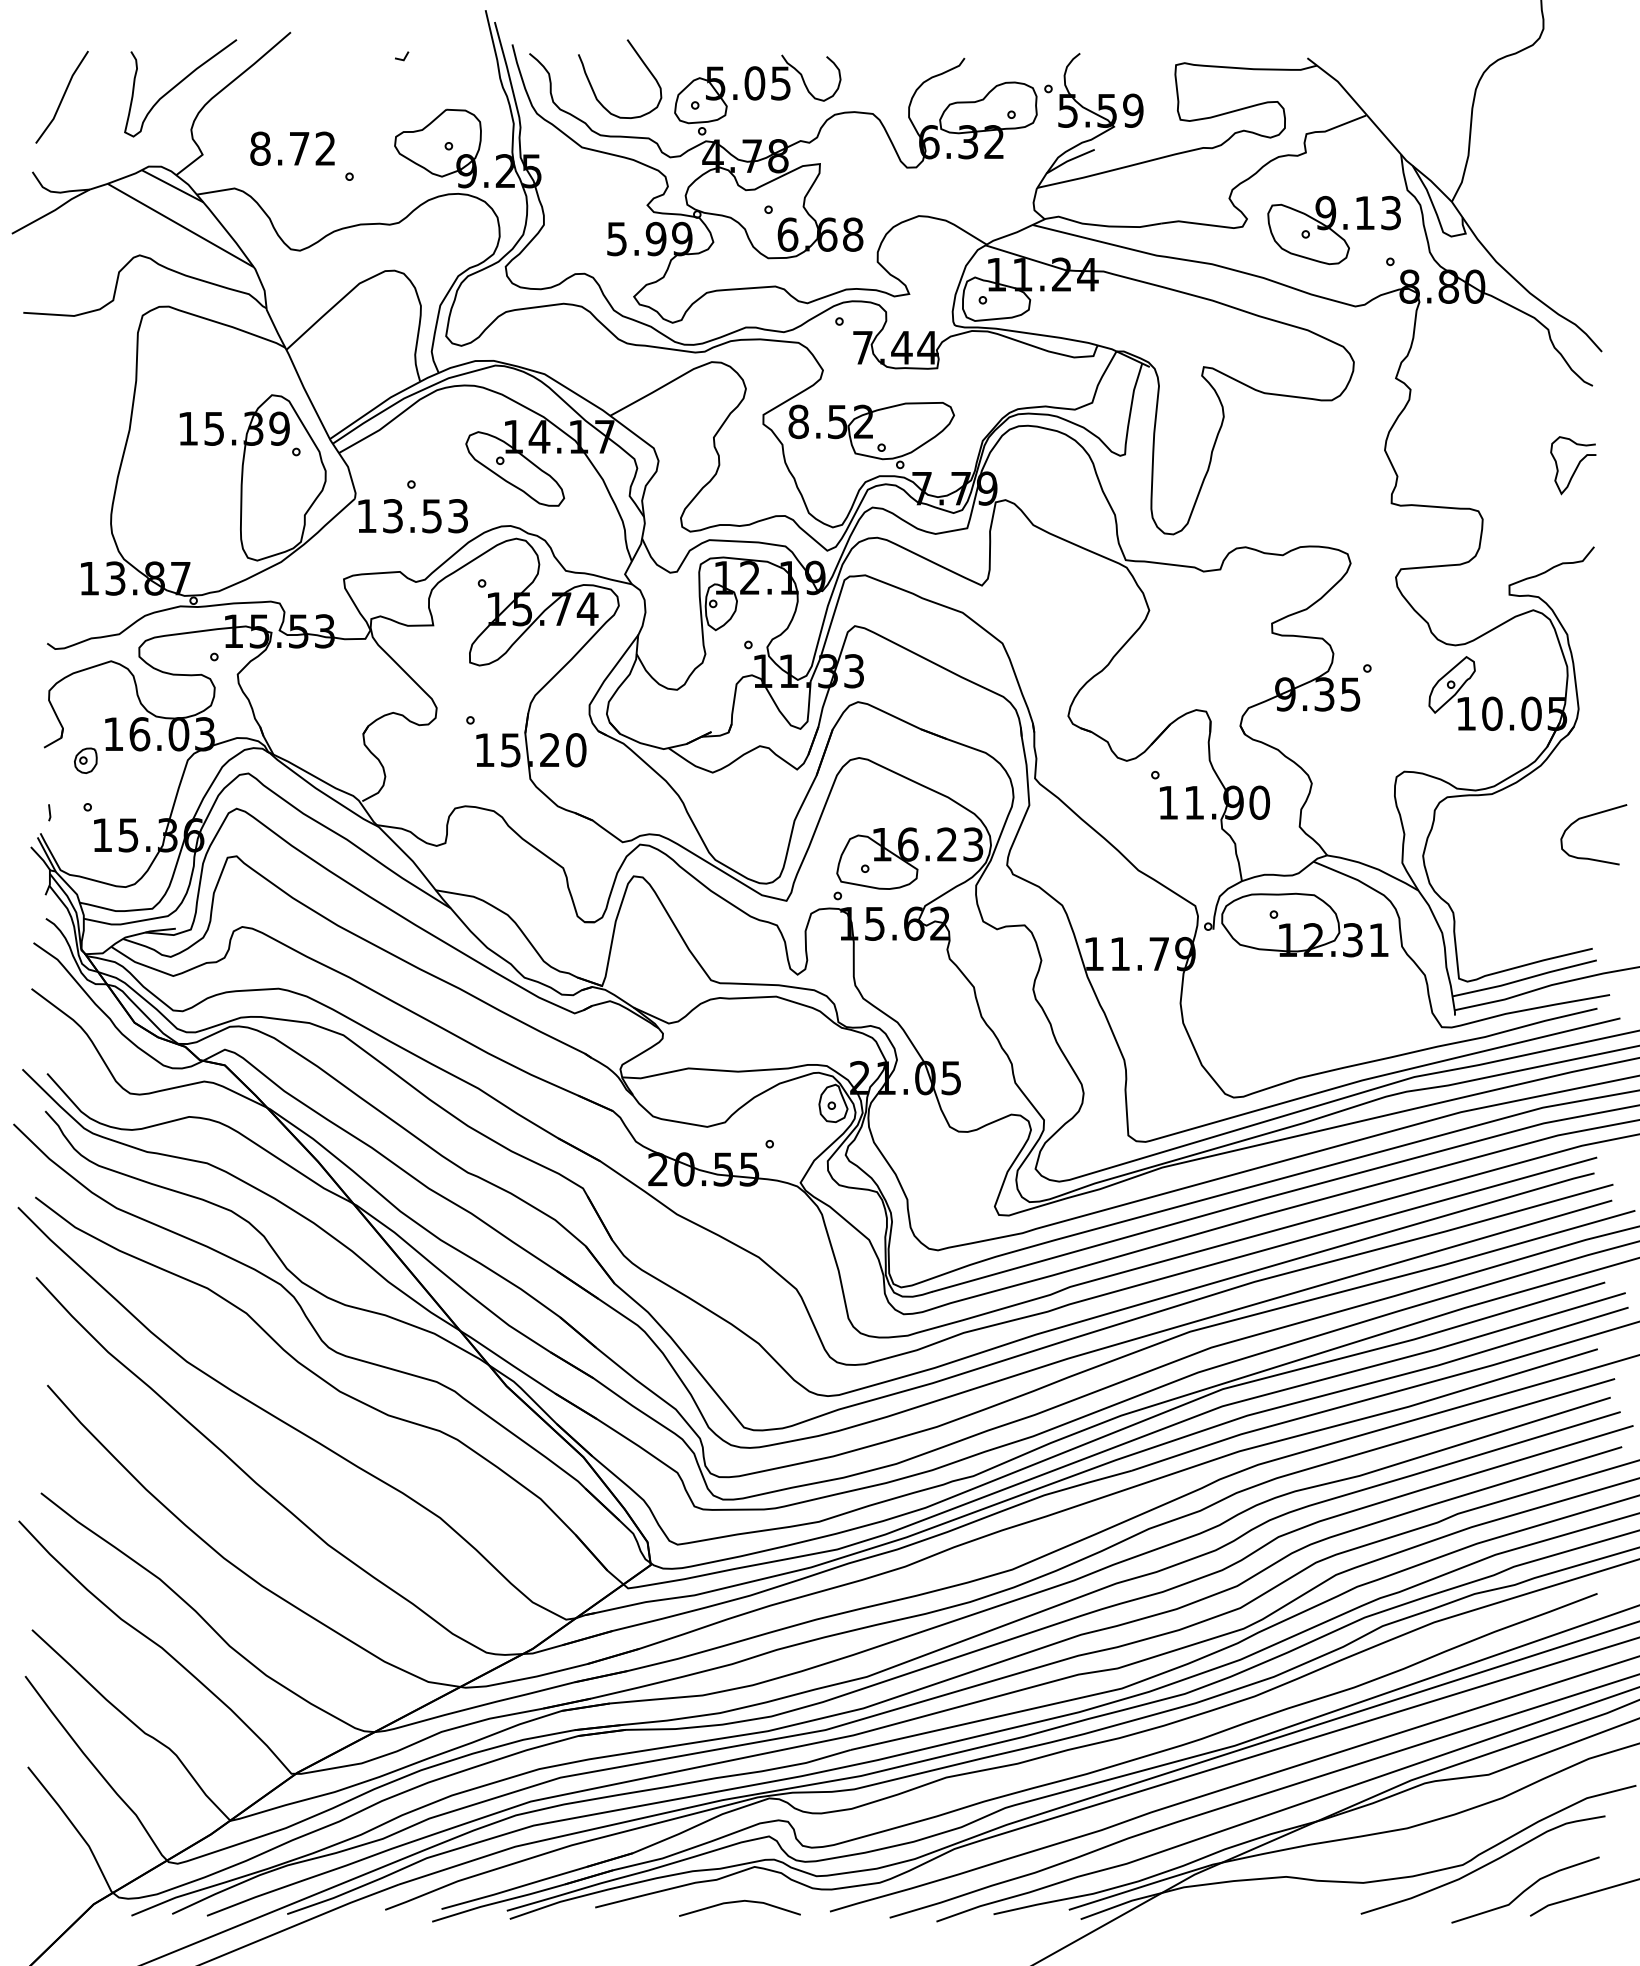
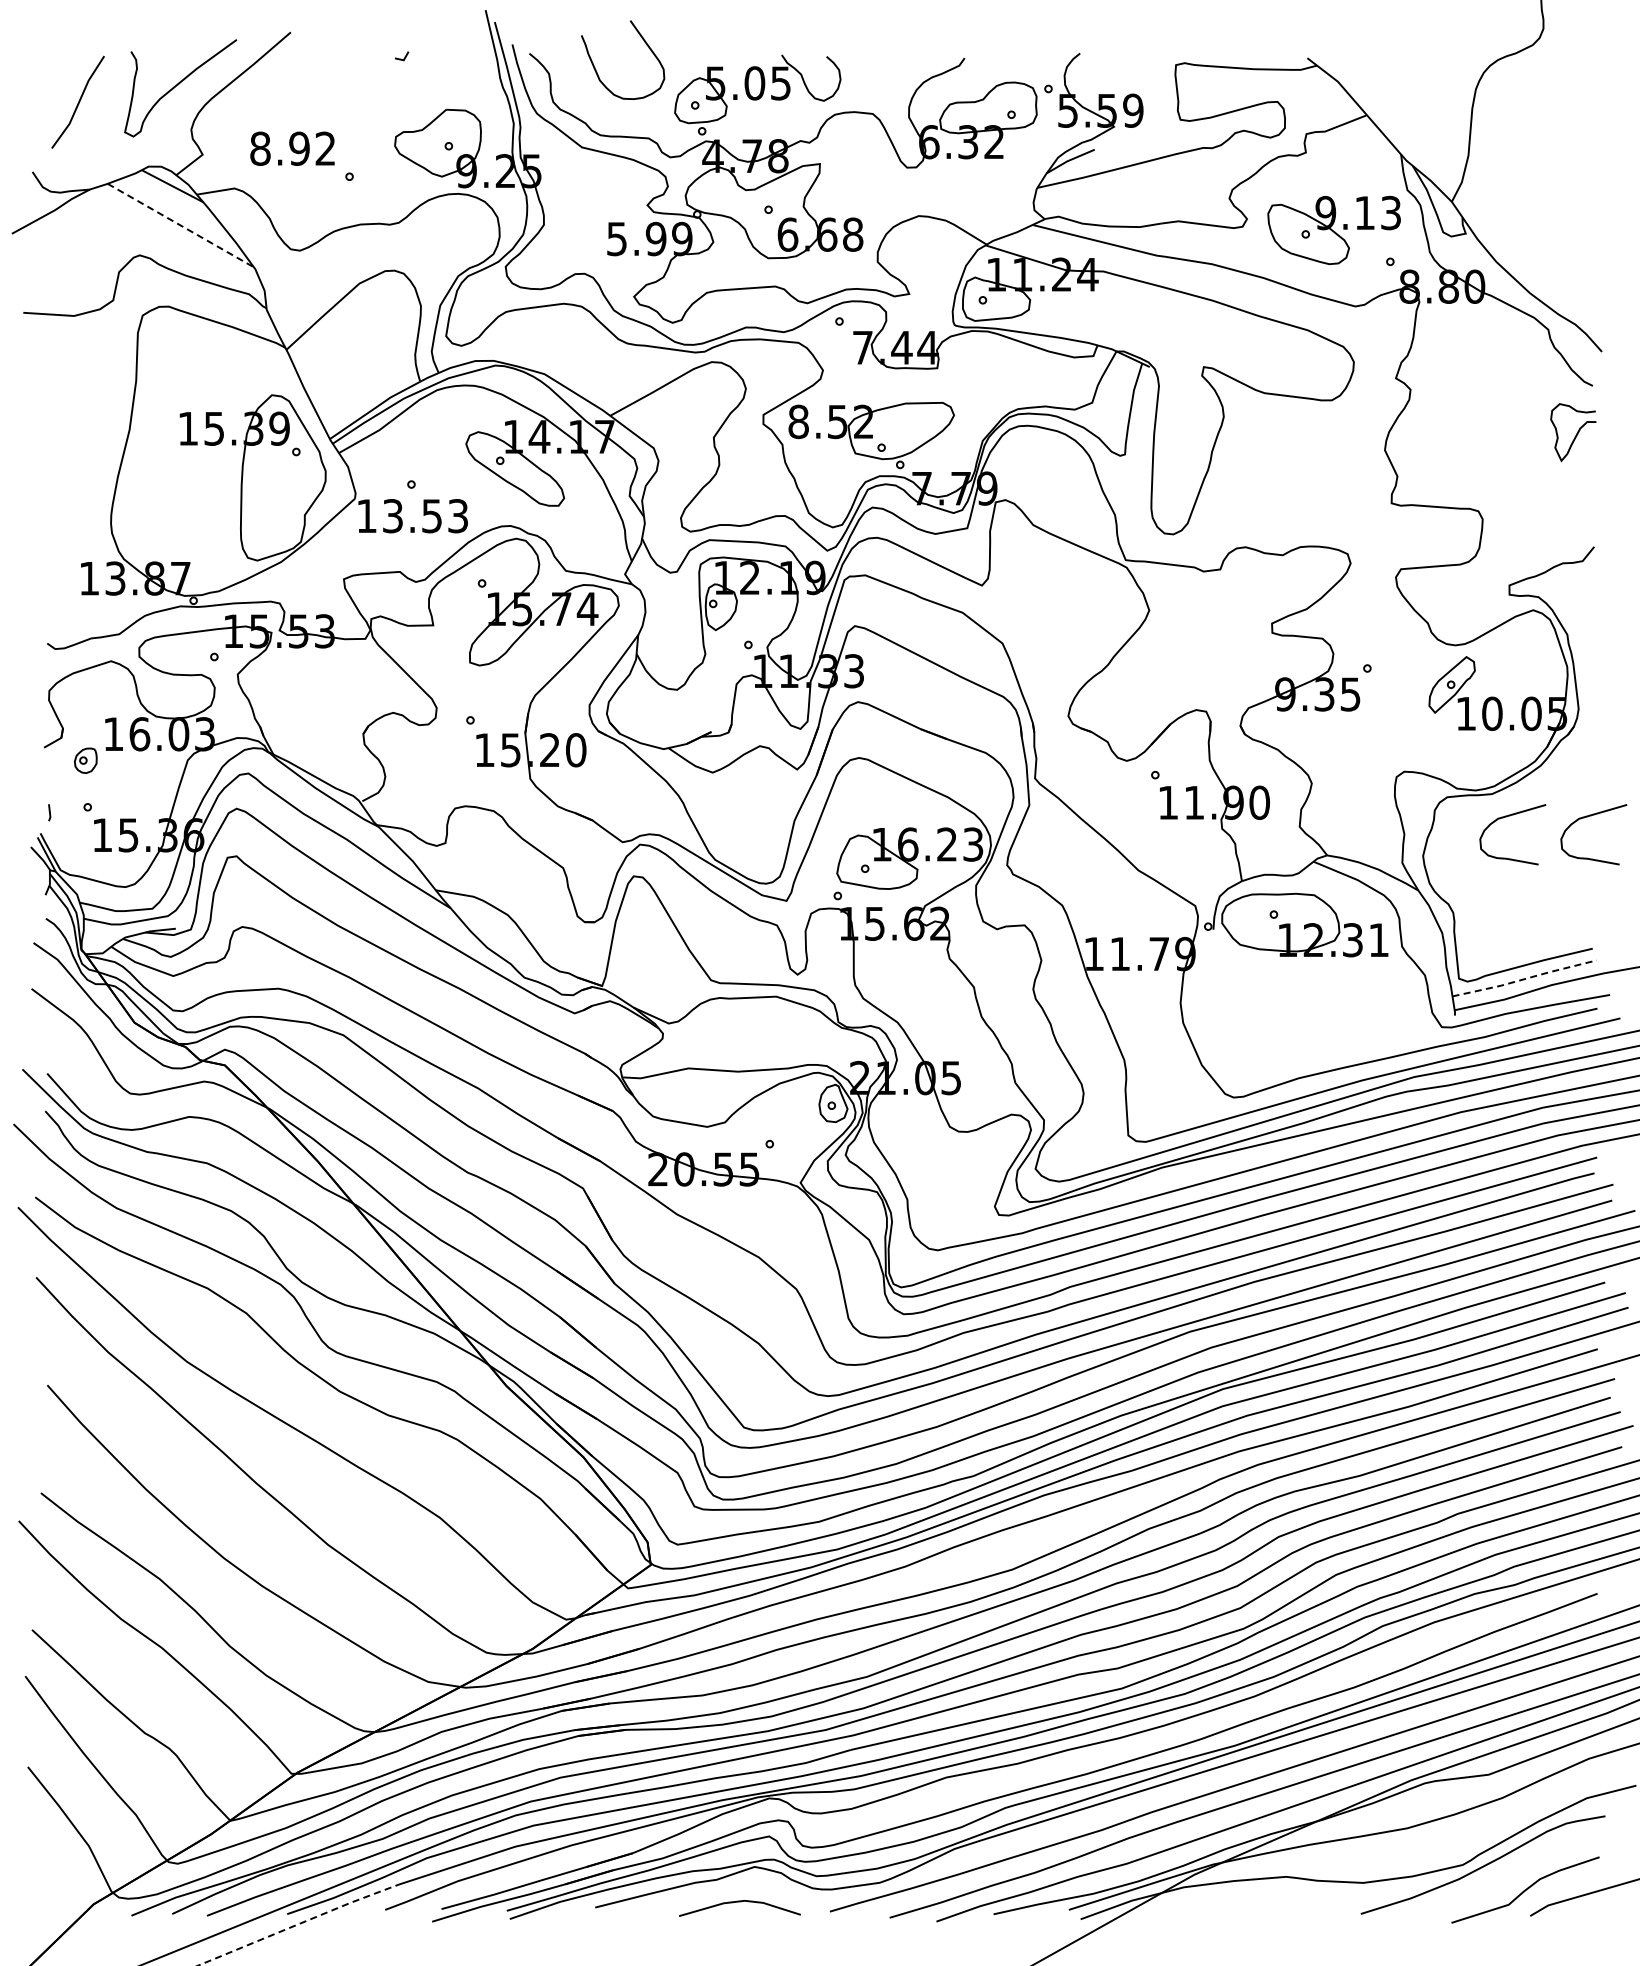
curve at (643, 64) position: (643, 64) -> (646, 45)
line at (62, 96) position: (62, 96) -> (78, 101)
text at (299, 148): 8.72 -> 8.92
line at (181, 225): solid -> dashed
curve at (1576, 466) position: (1576, 466) -> (1576, 433)
curve at (1506, 817): none -> present
line at (1524, 979): solid -> dashed
line at (298, 1924): solid -> dashed
